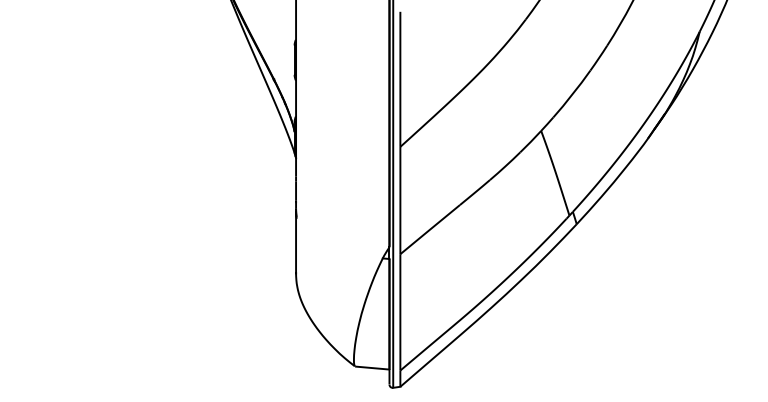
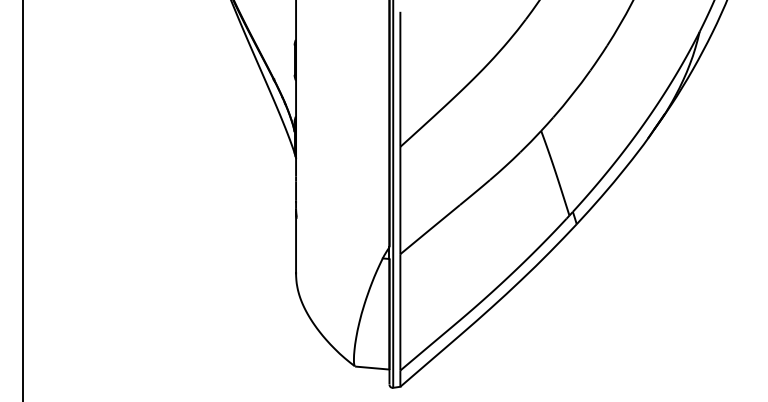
line at (23, 200): none -> present
